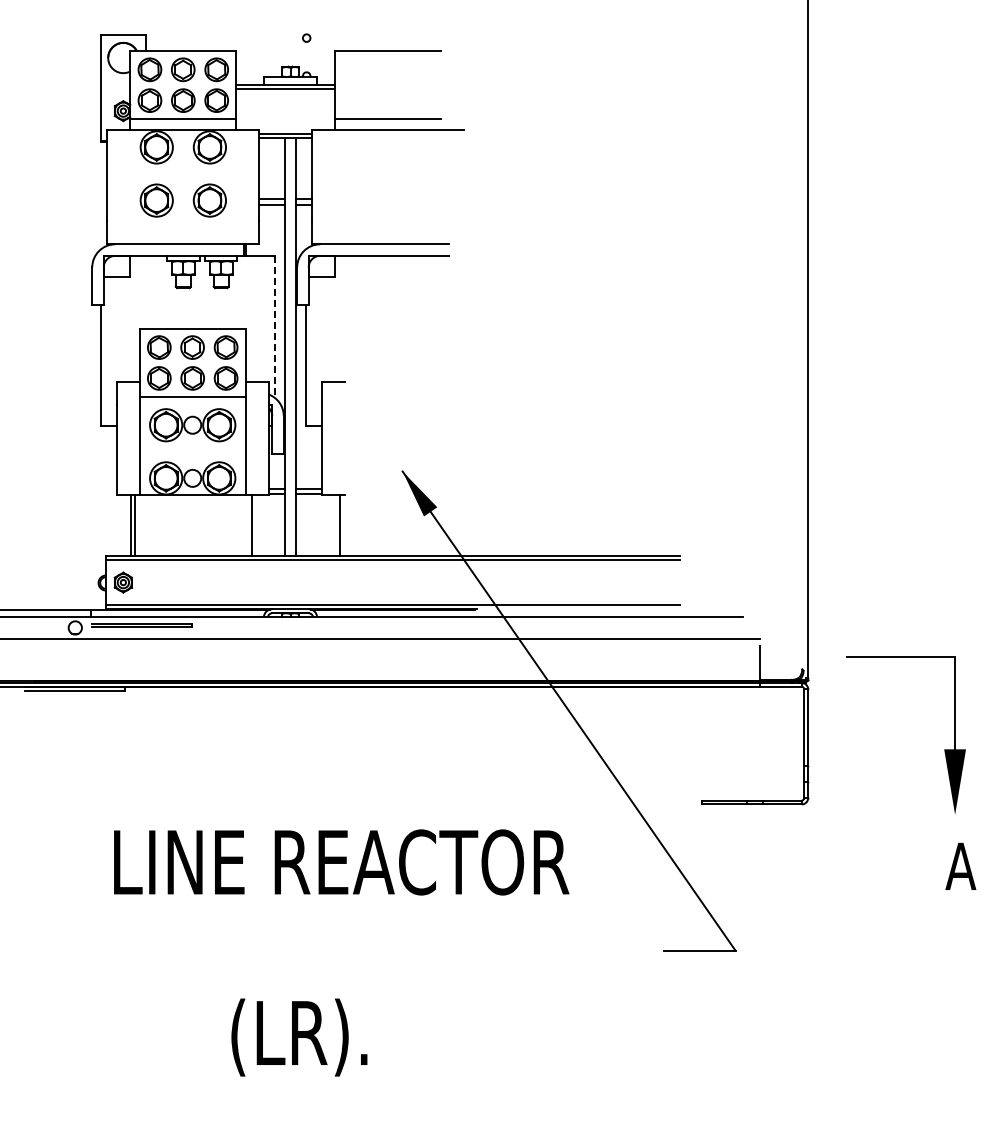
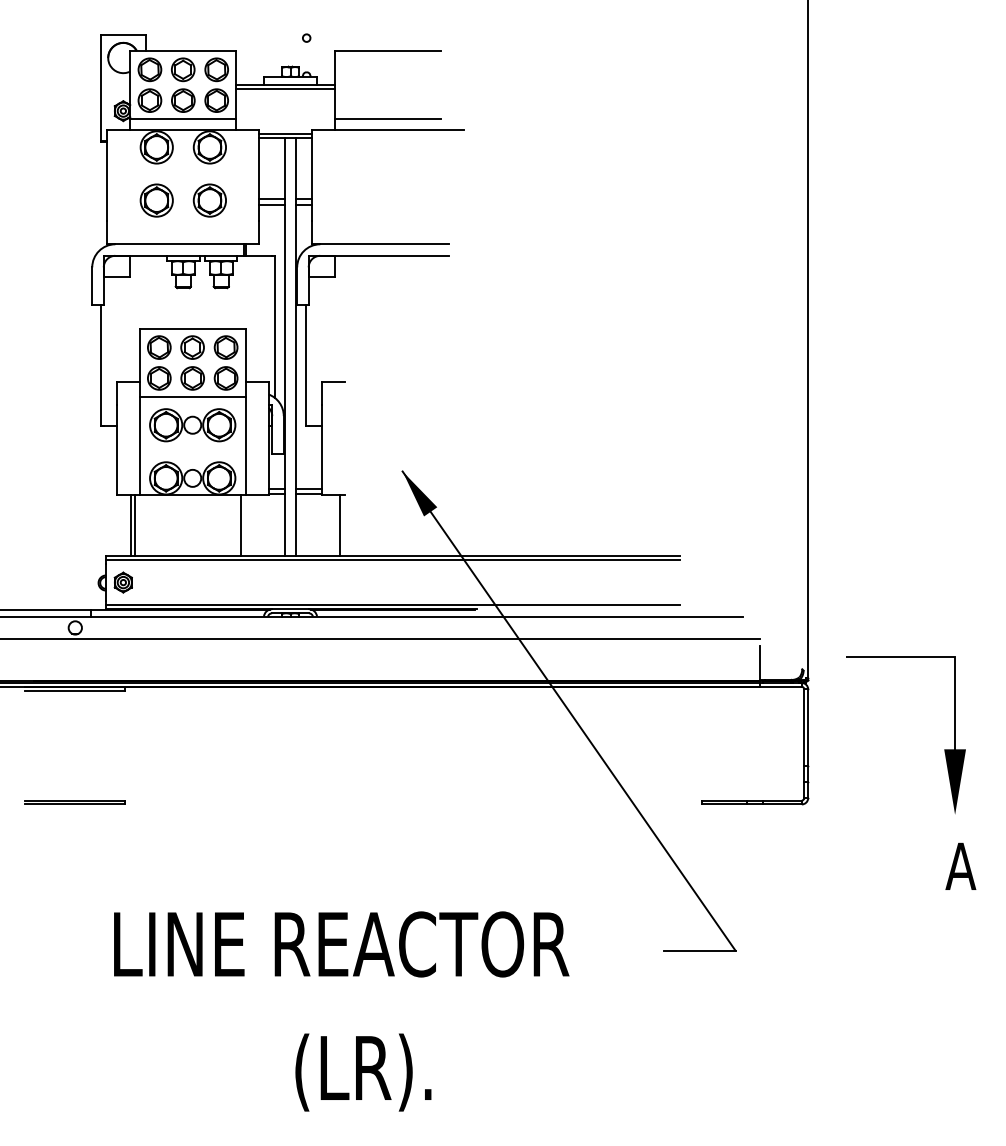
line at (274, 326): dashed -> solid
line at (252, 525) position: (252, 525) -> (241, 525)
line at (141, 624) position: (141, 624) -> (74, 801)
text at (341, 862) position: (341, 862) -> (341, 944)
text at (299, 1037) position: (299, 1037) -> (363, 1072)
